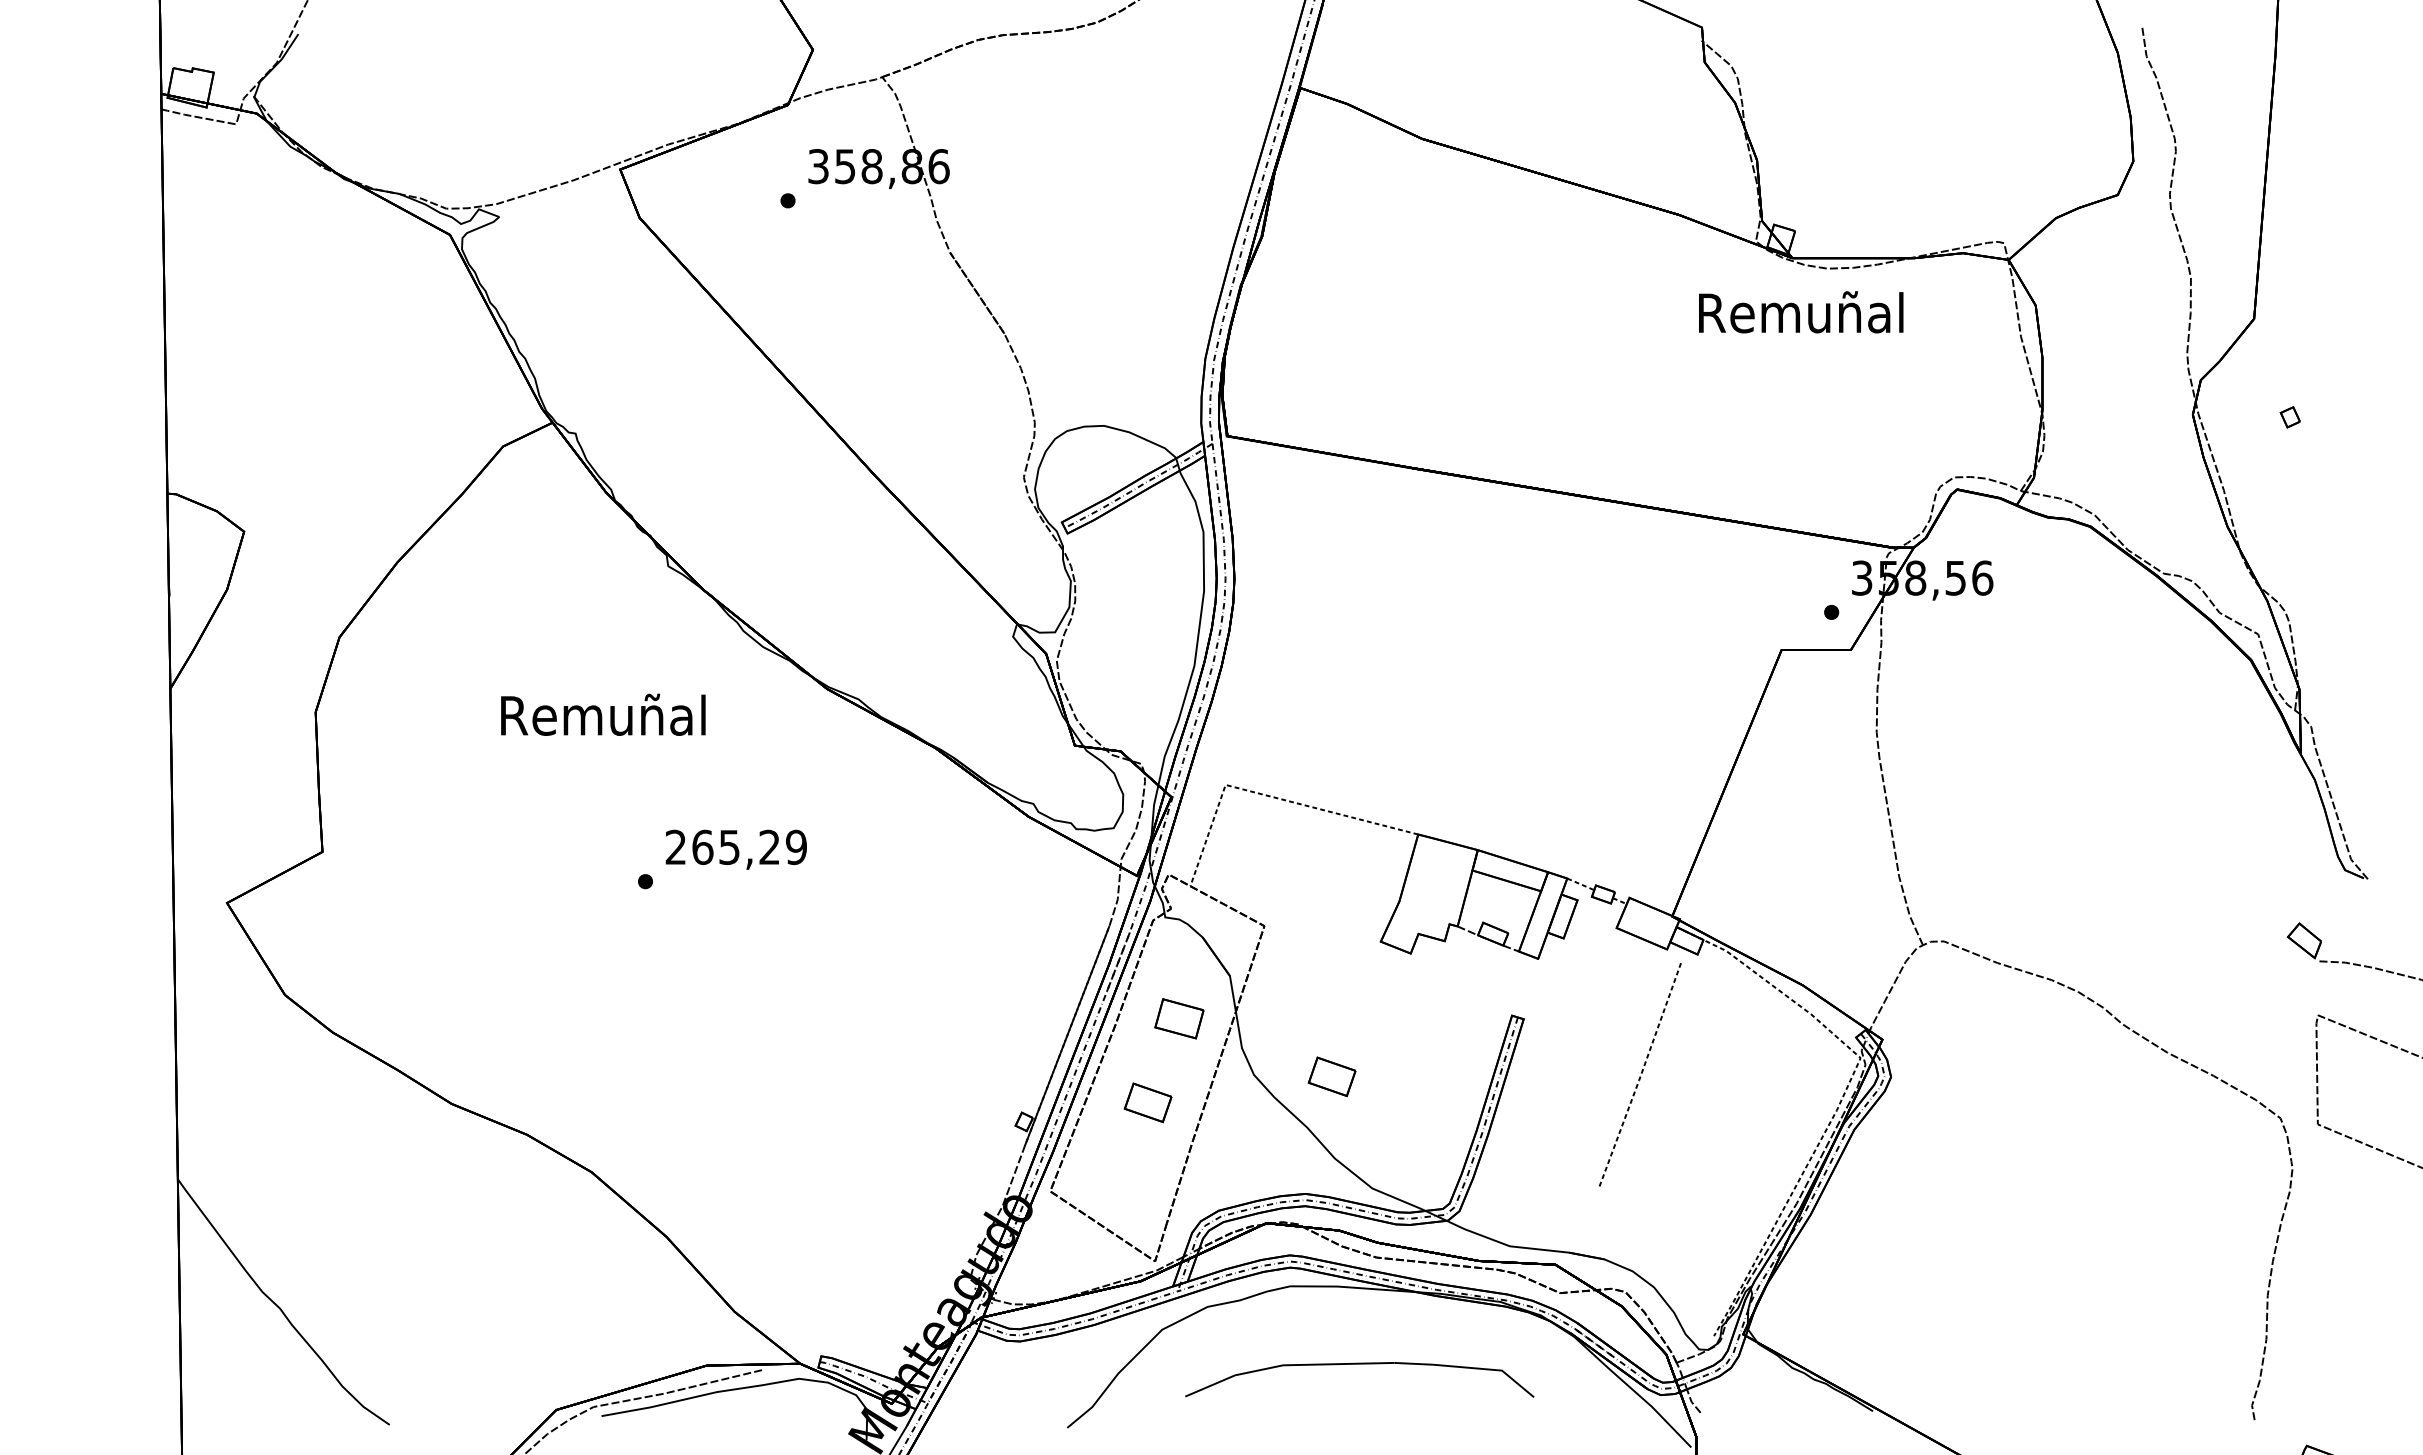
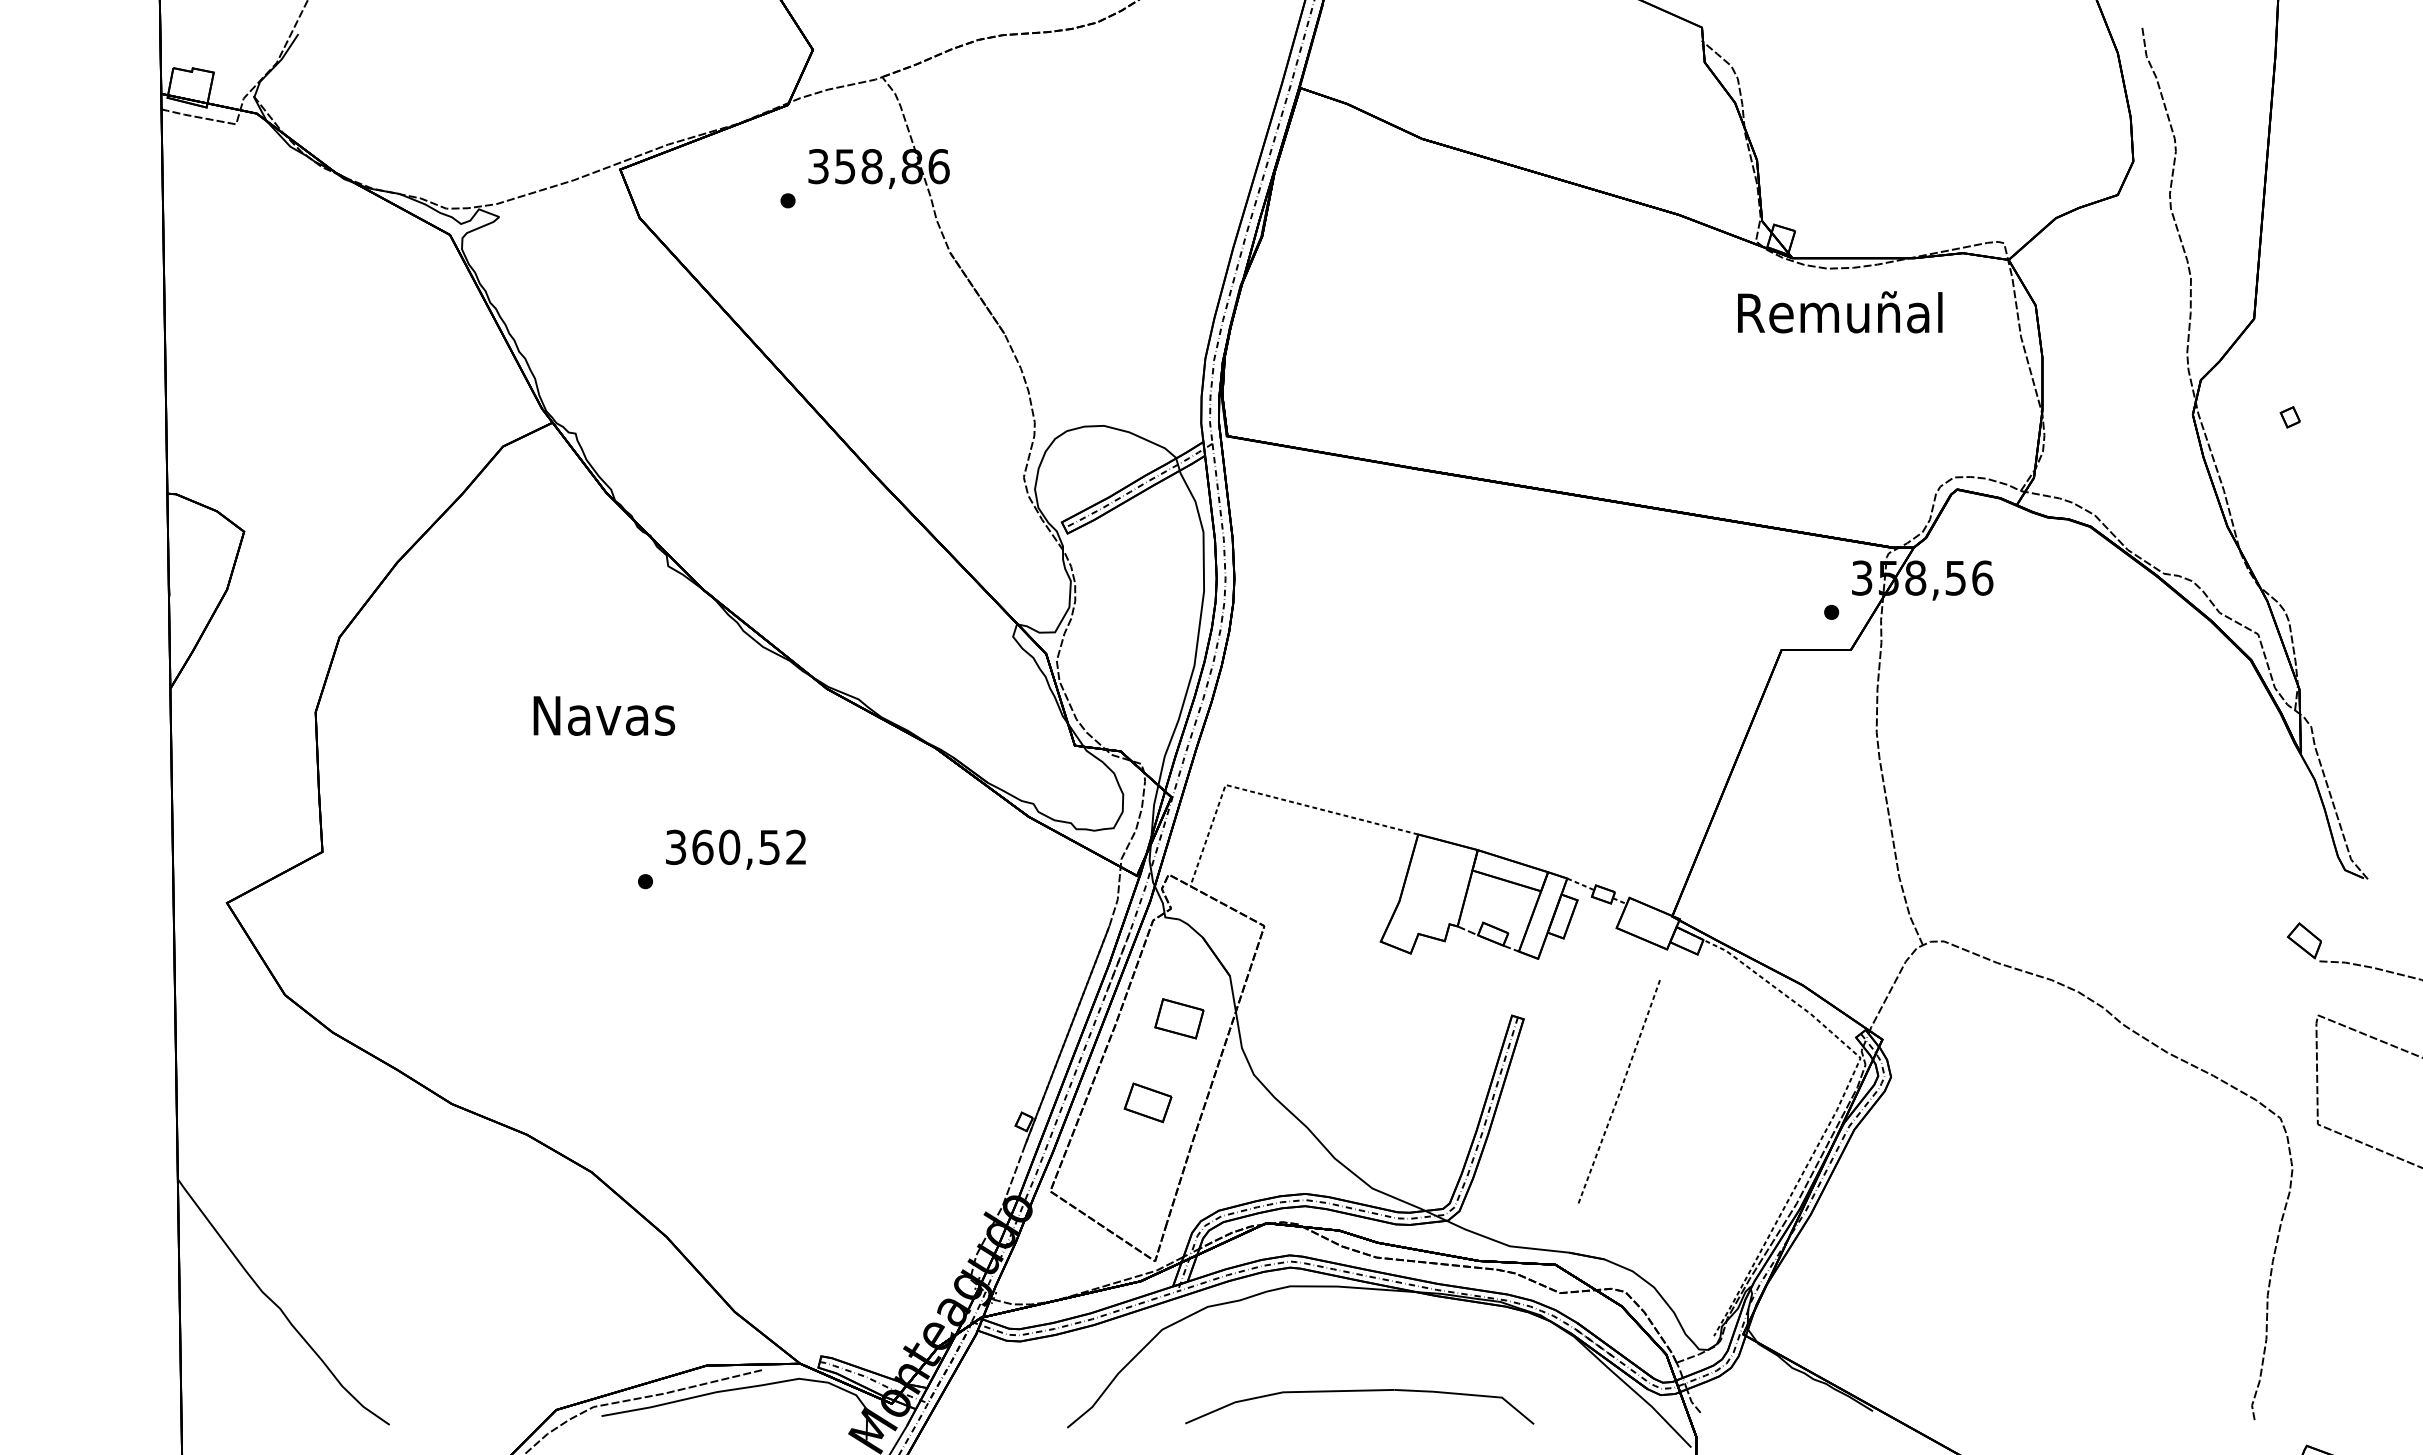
text at (1801, 312) position: (1801, 312) -> (1840, 312)
text at (603, 714): Remuñal -> Navas
text at (735, 847): 265,29 -> 360,52
part at (1331, 1076): present -> none
line at (1639, 1076) position: (1639, 1076) -> (1618, 1093)
part at (1359, 1364) position: (1359, 1364) -> (1359, 1391)
